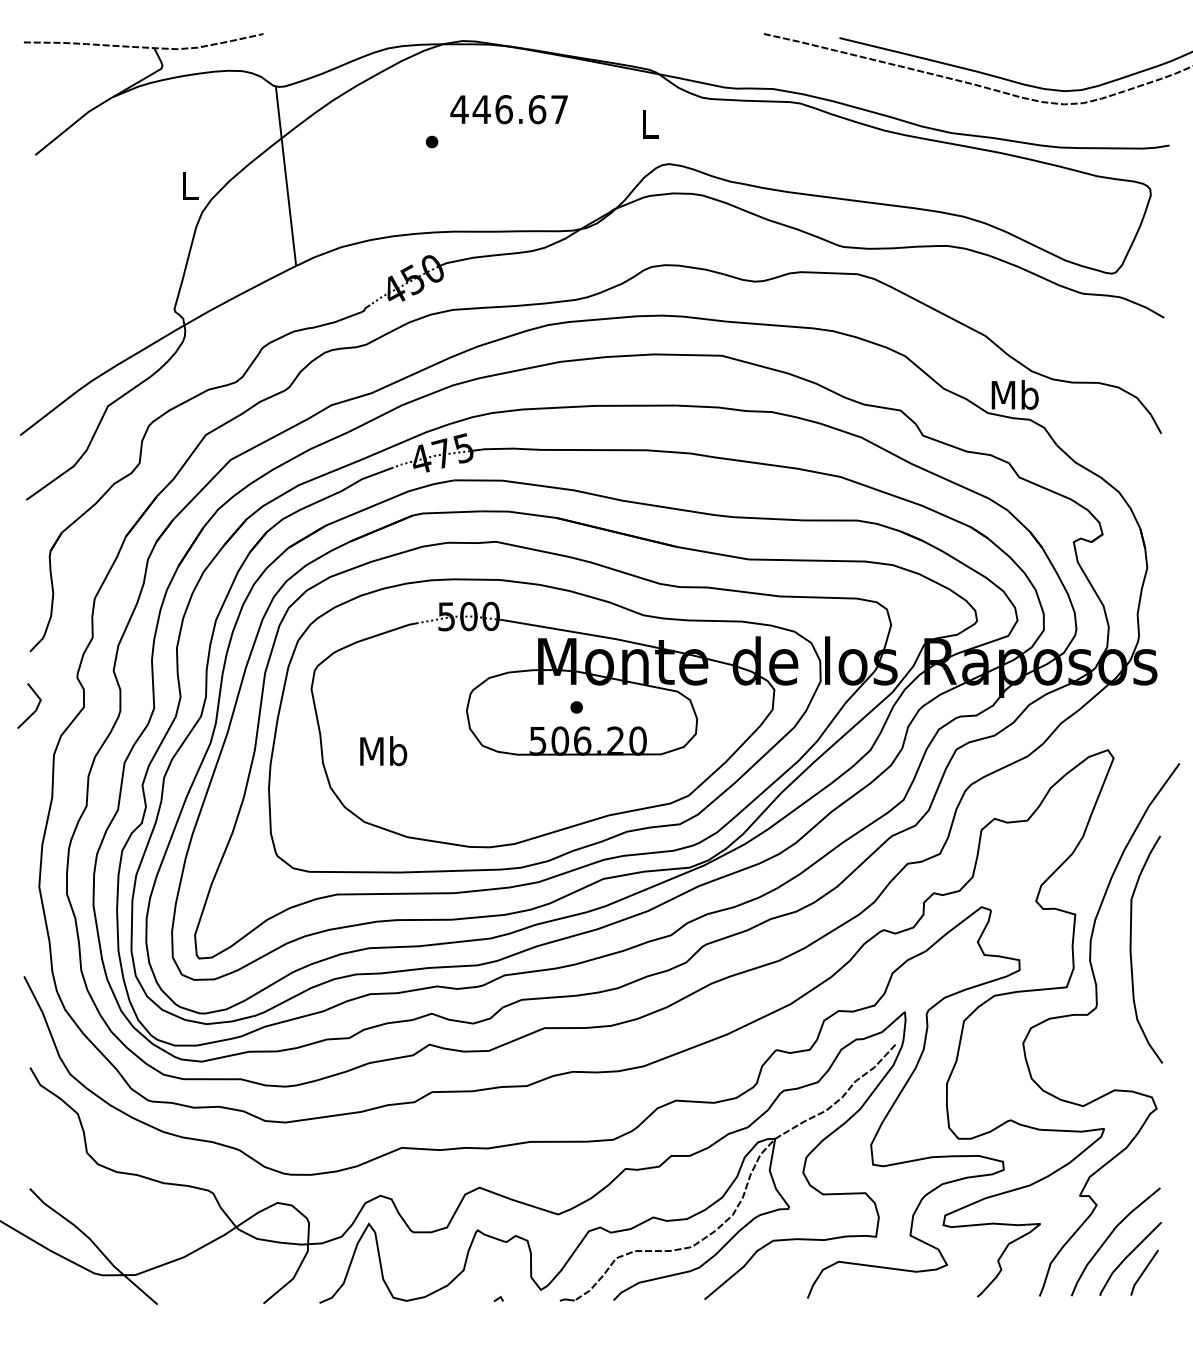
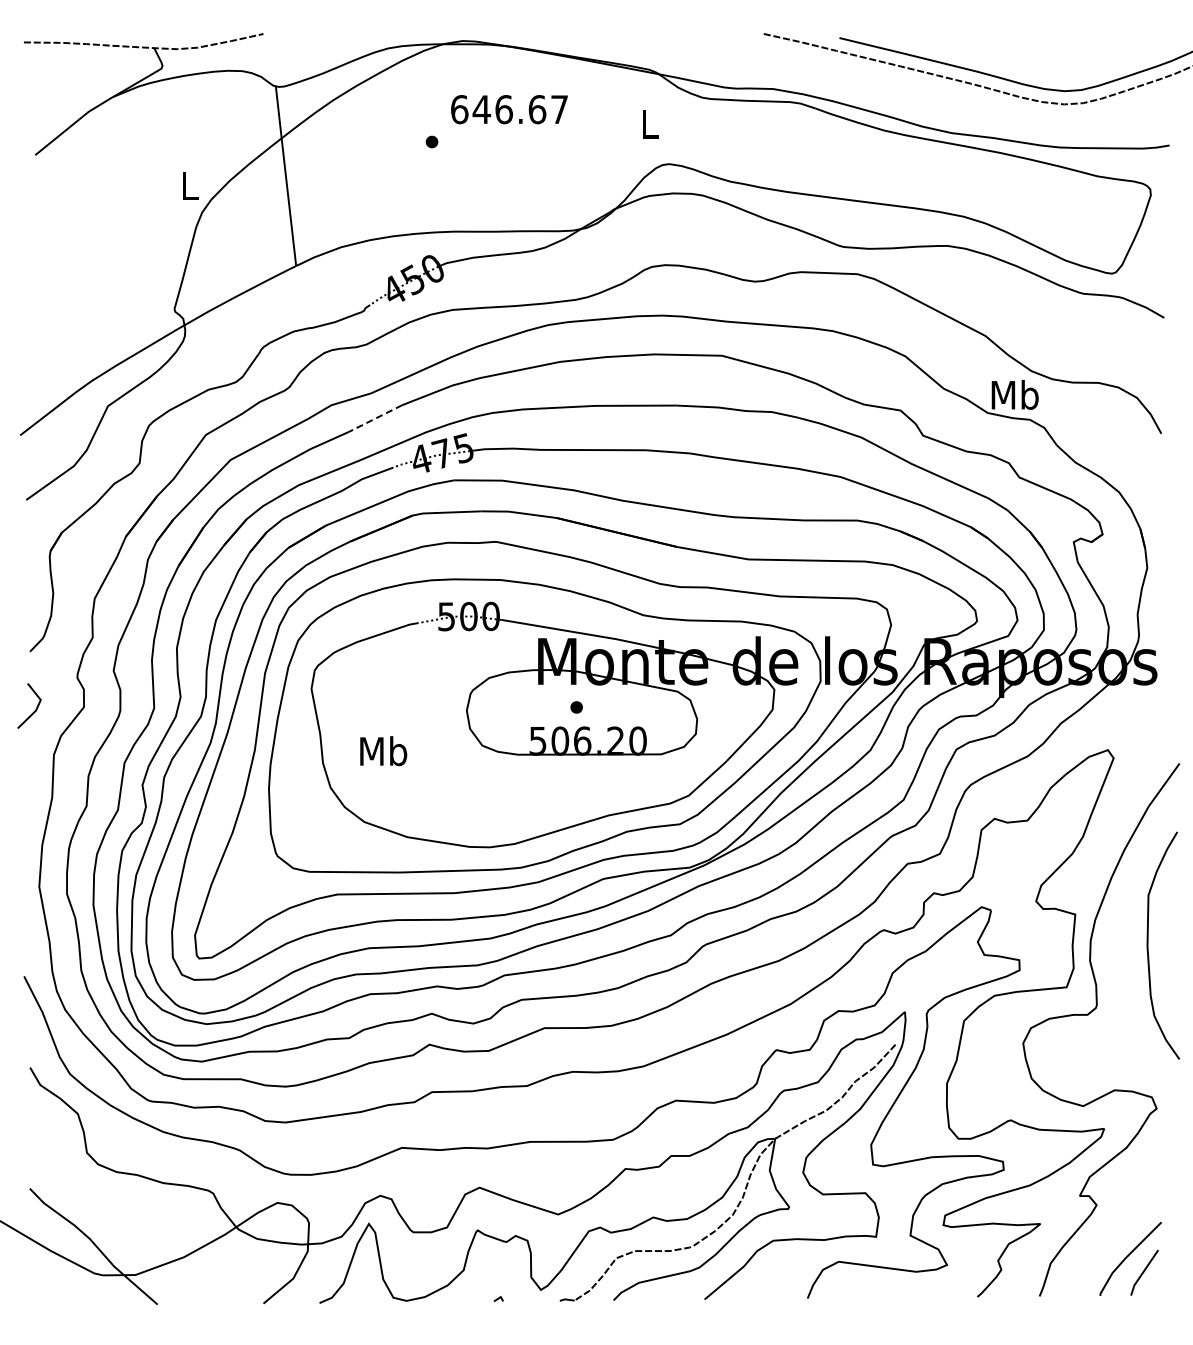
text at (459, 109): 446.67 -> 646.67
line at (375, 418): solid -> dashed
curve at (1131, 949) position: (1131, 949) -> (1148, 945)
curve at (1110, 1236): present -> none
